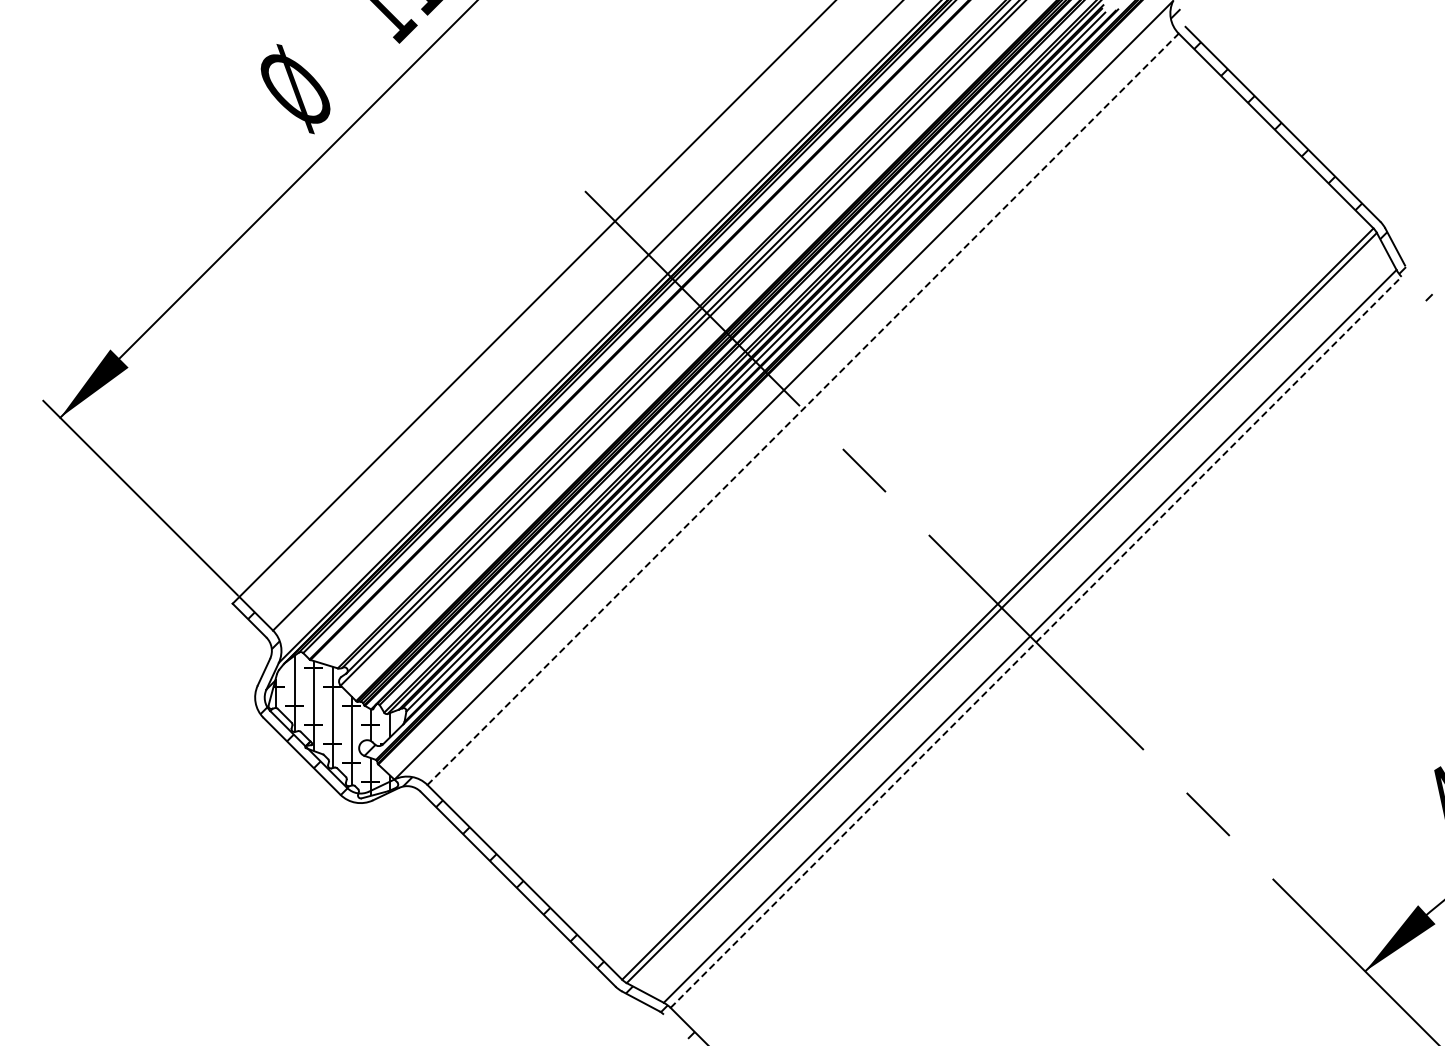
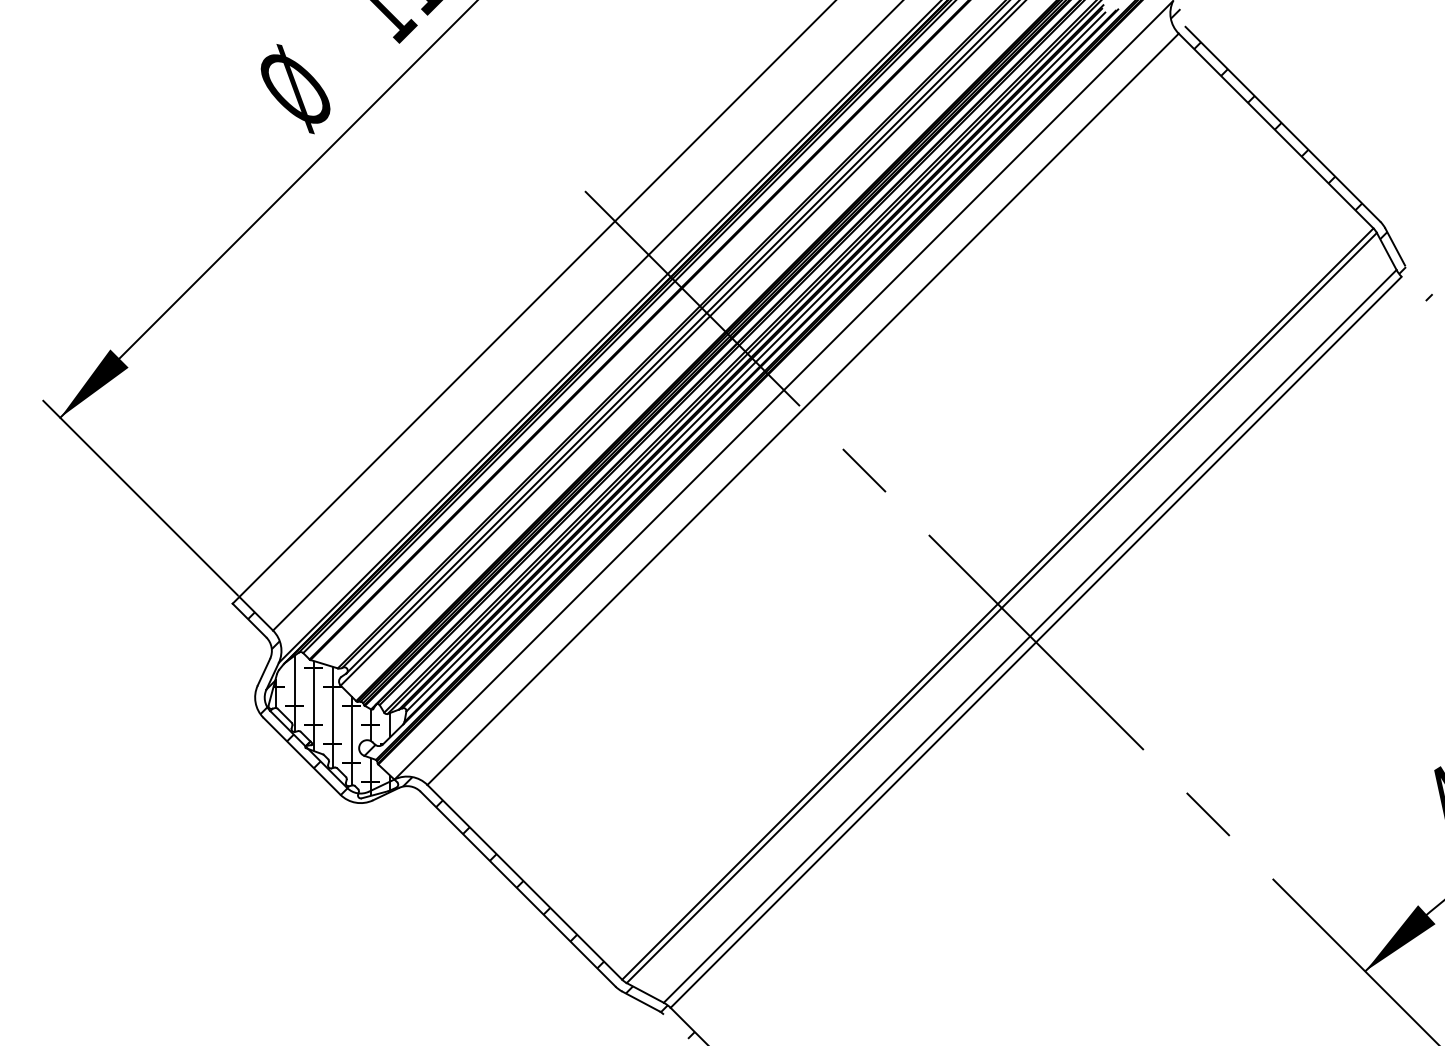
line at (803, 408): dashed -> solid
line at (1036, 642): dashed -> solid
